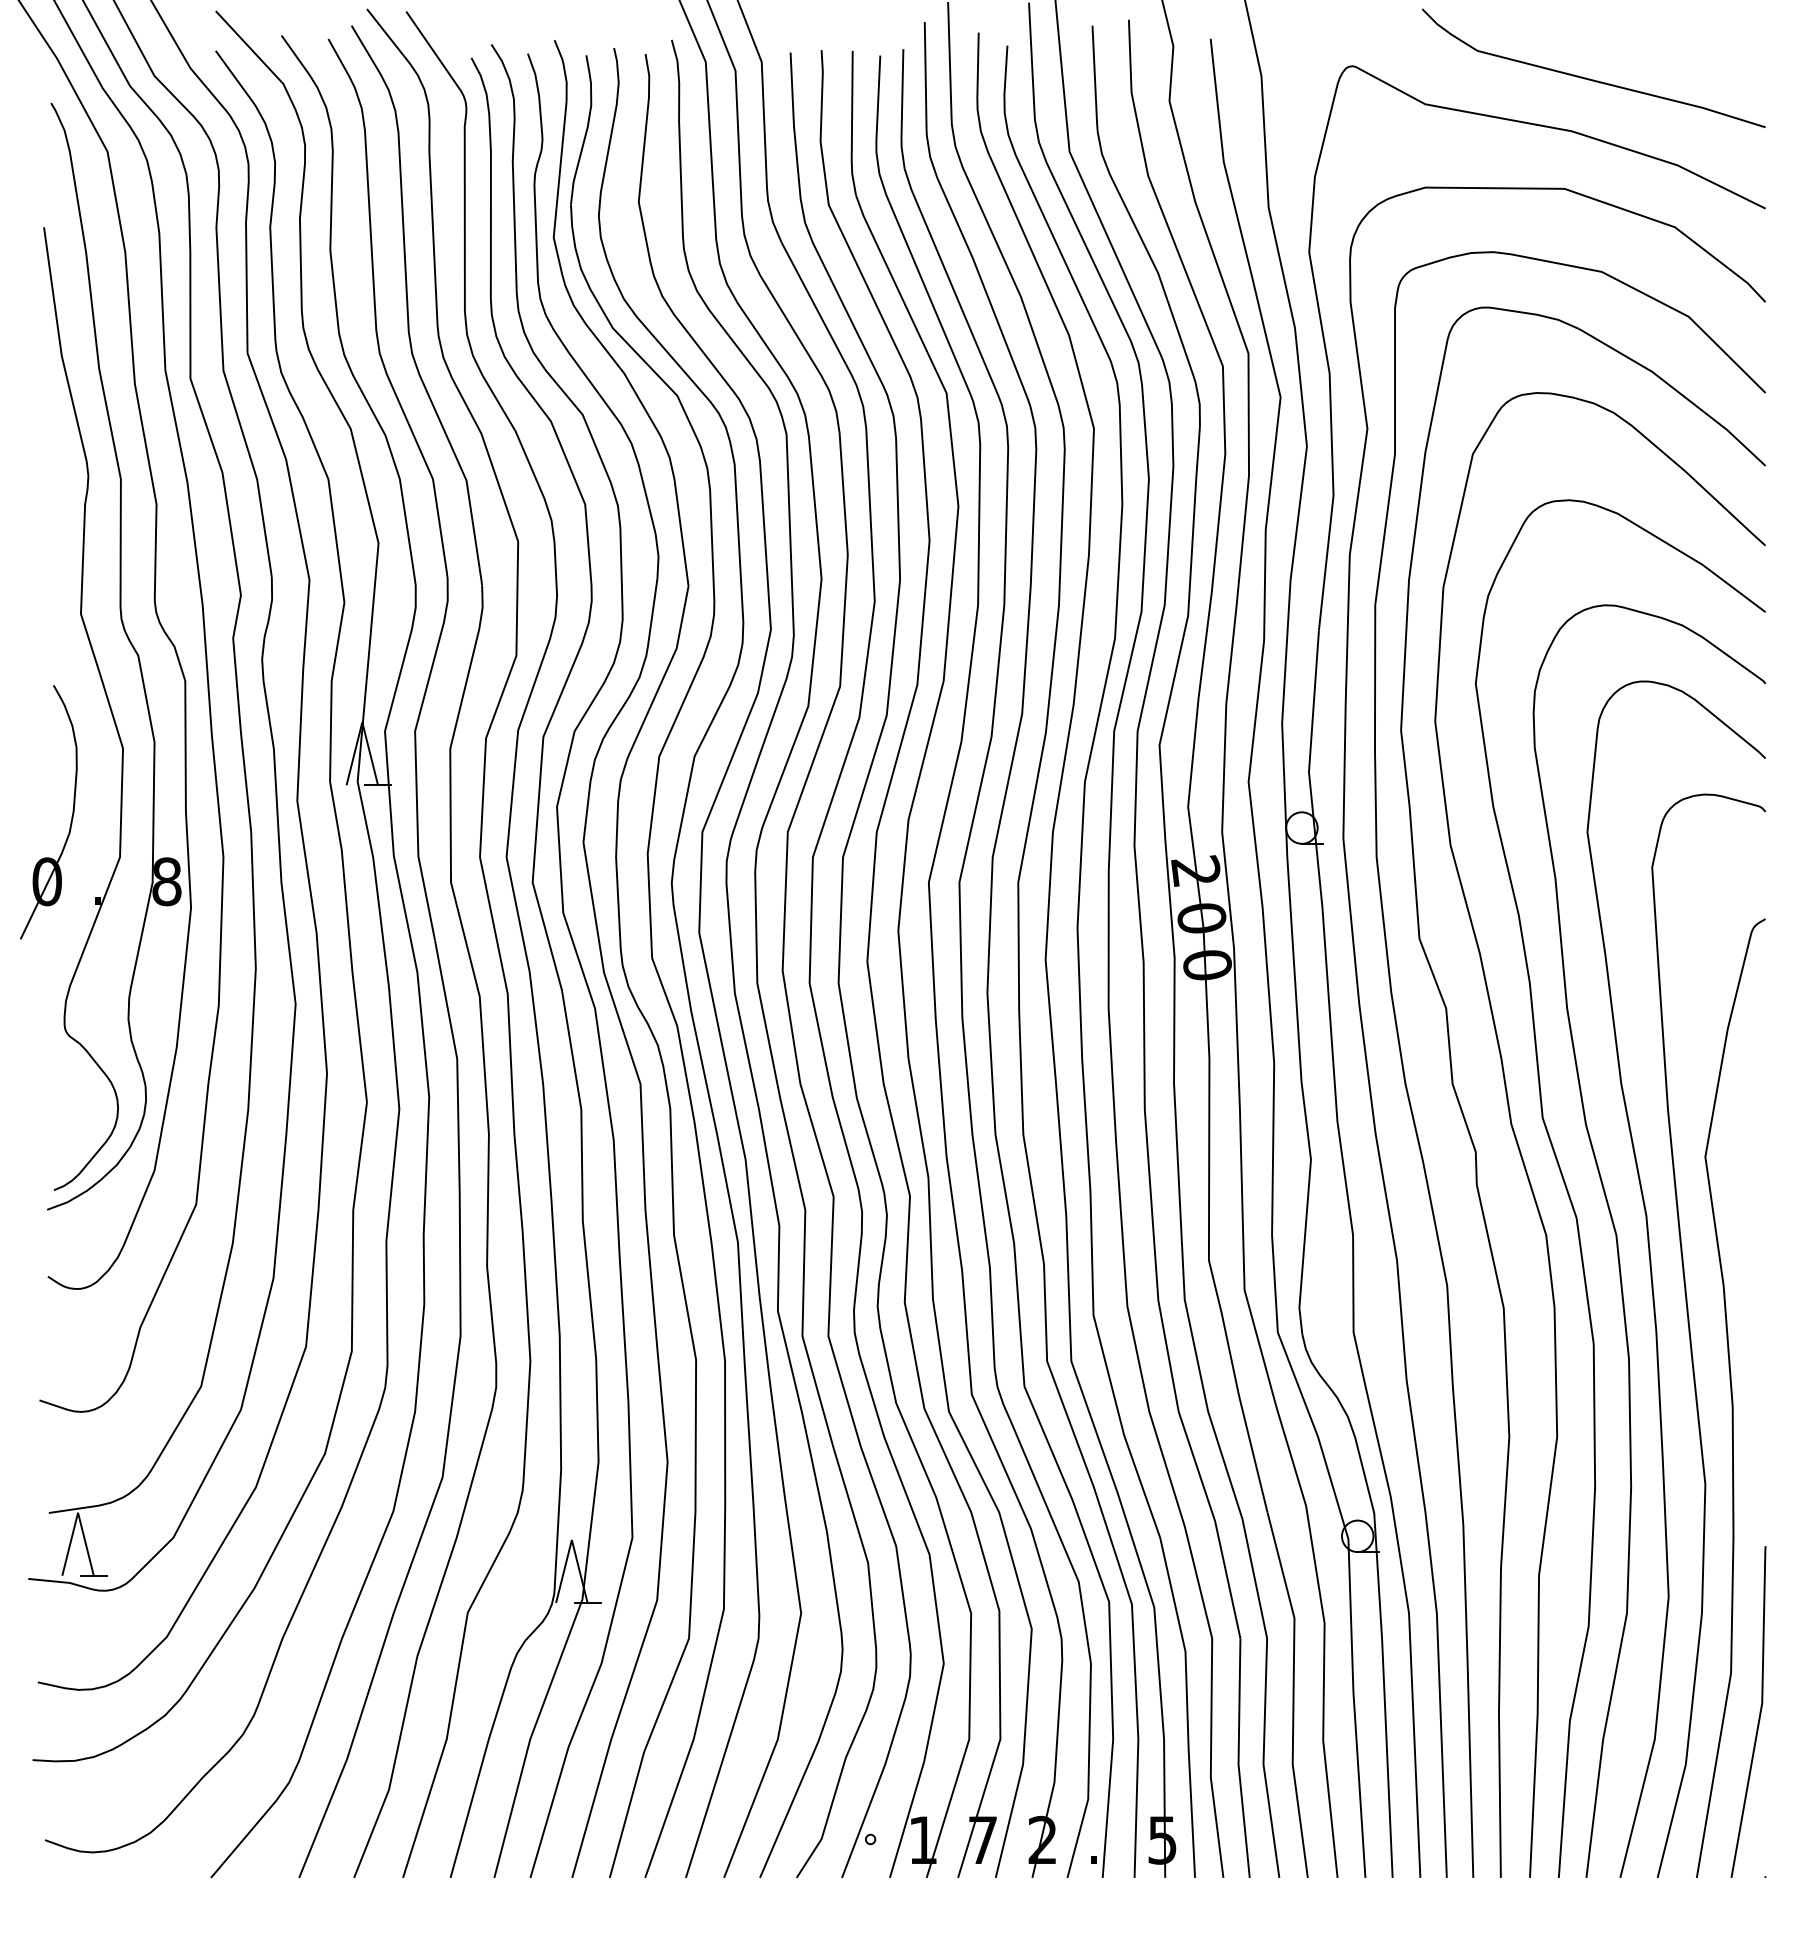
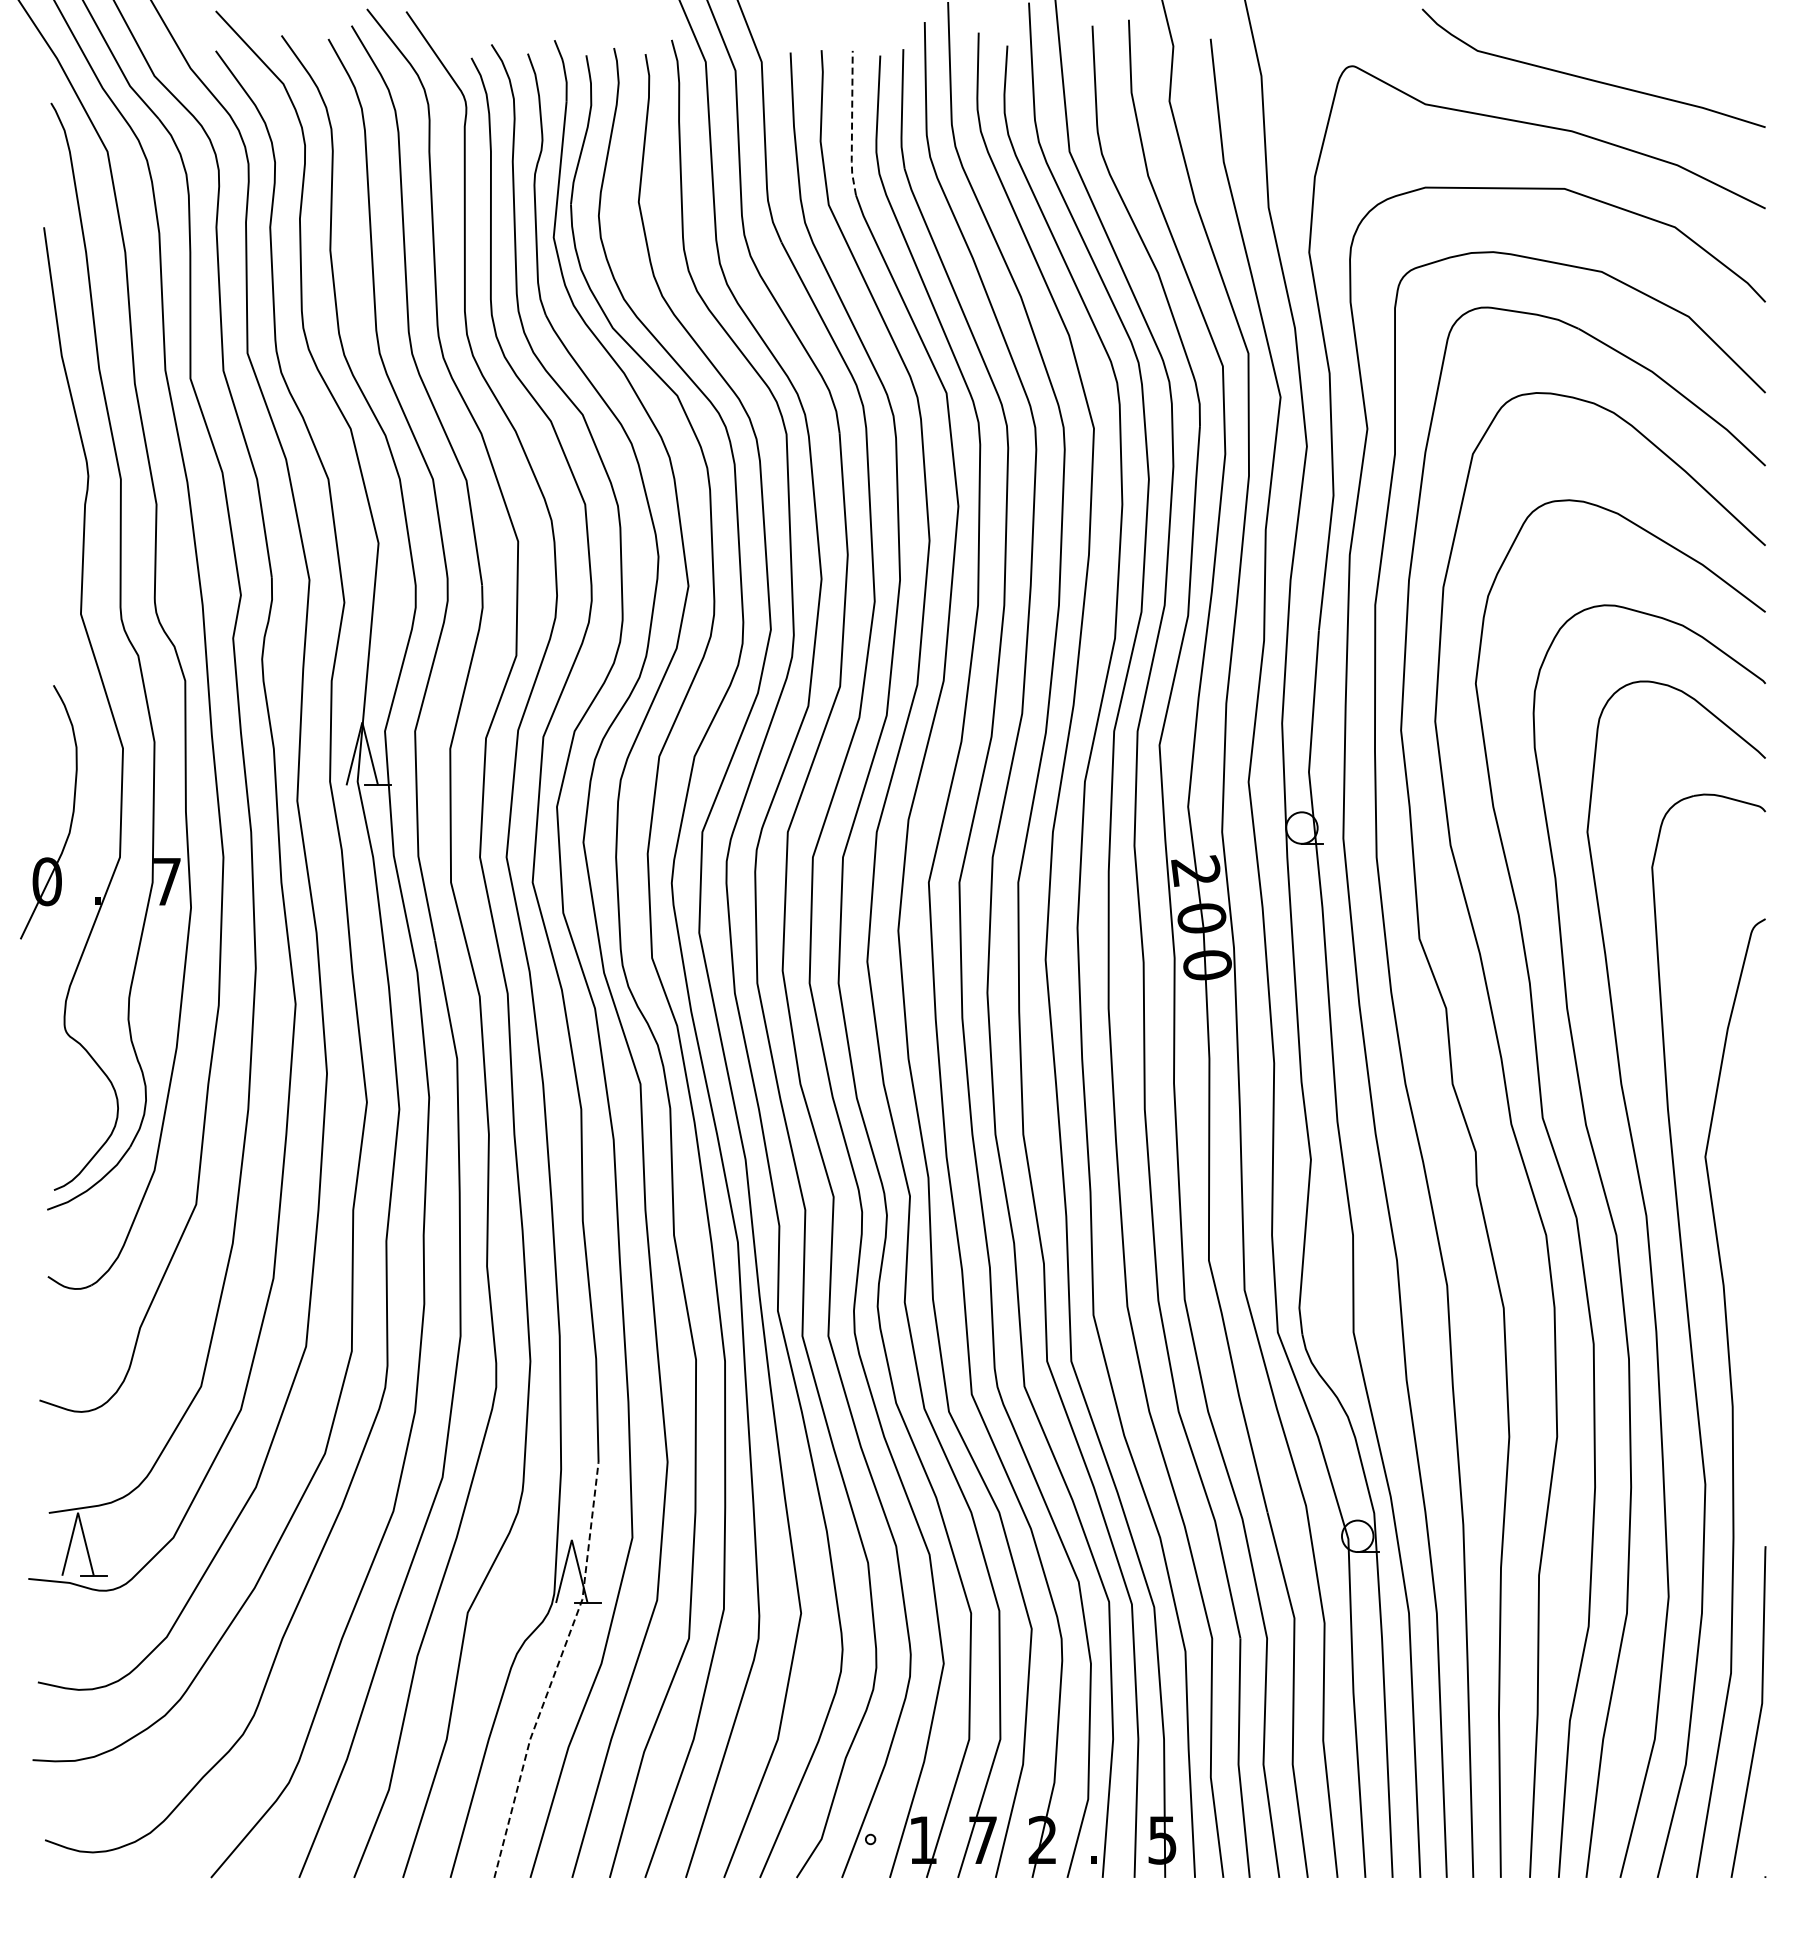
line at (852, 124): solid -> dashed
text at (166, 881): 8 -> 7
line at (555, 1671): solid -> dashed
